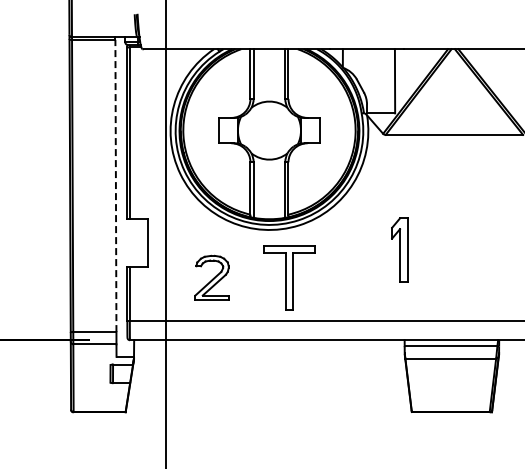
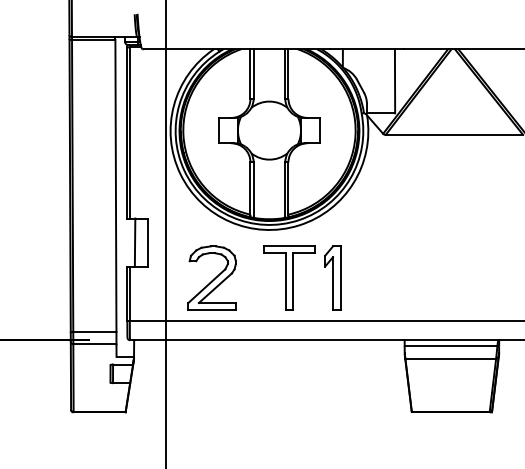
line at (115, 185): dashed -> solid
line at (134, 242): none -> present
part at (399, 249) position: (399, 249) -> (332, 277)
part at (211, 277) size: 36x47 px -> 50x66 px
